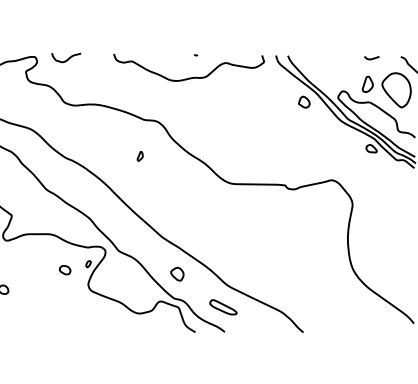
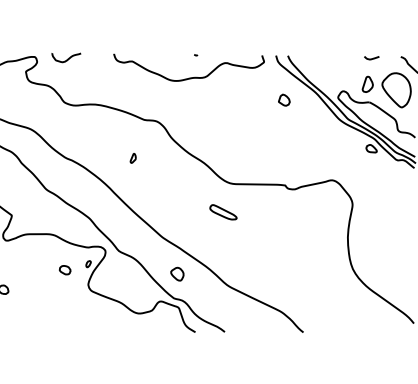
part at (304, 101) position: (304, 101) -> (284, 99)
part at (139, 156) position: (139, 156) -> (132, 158)
part at (223, 307) position: (223, 307) -> (223, 212)
